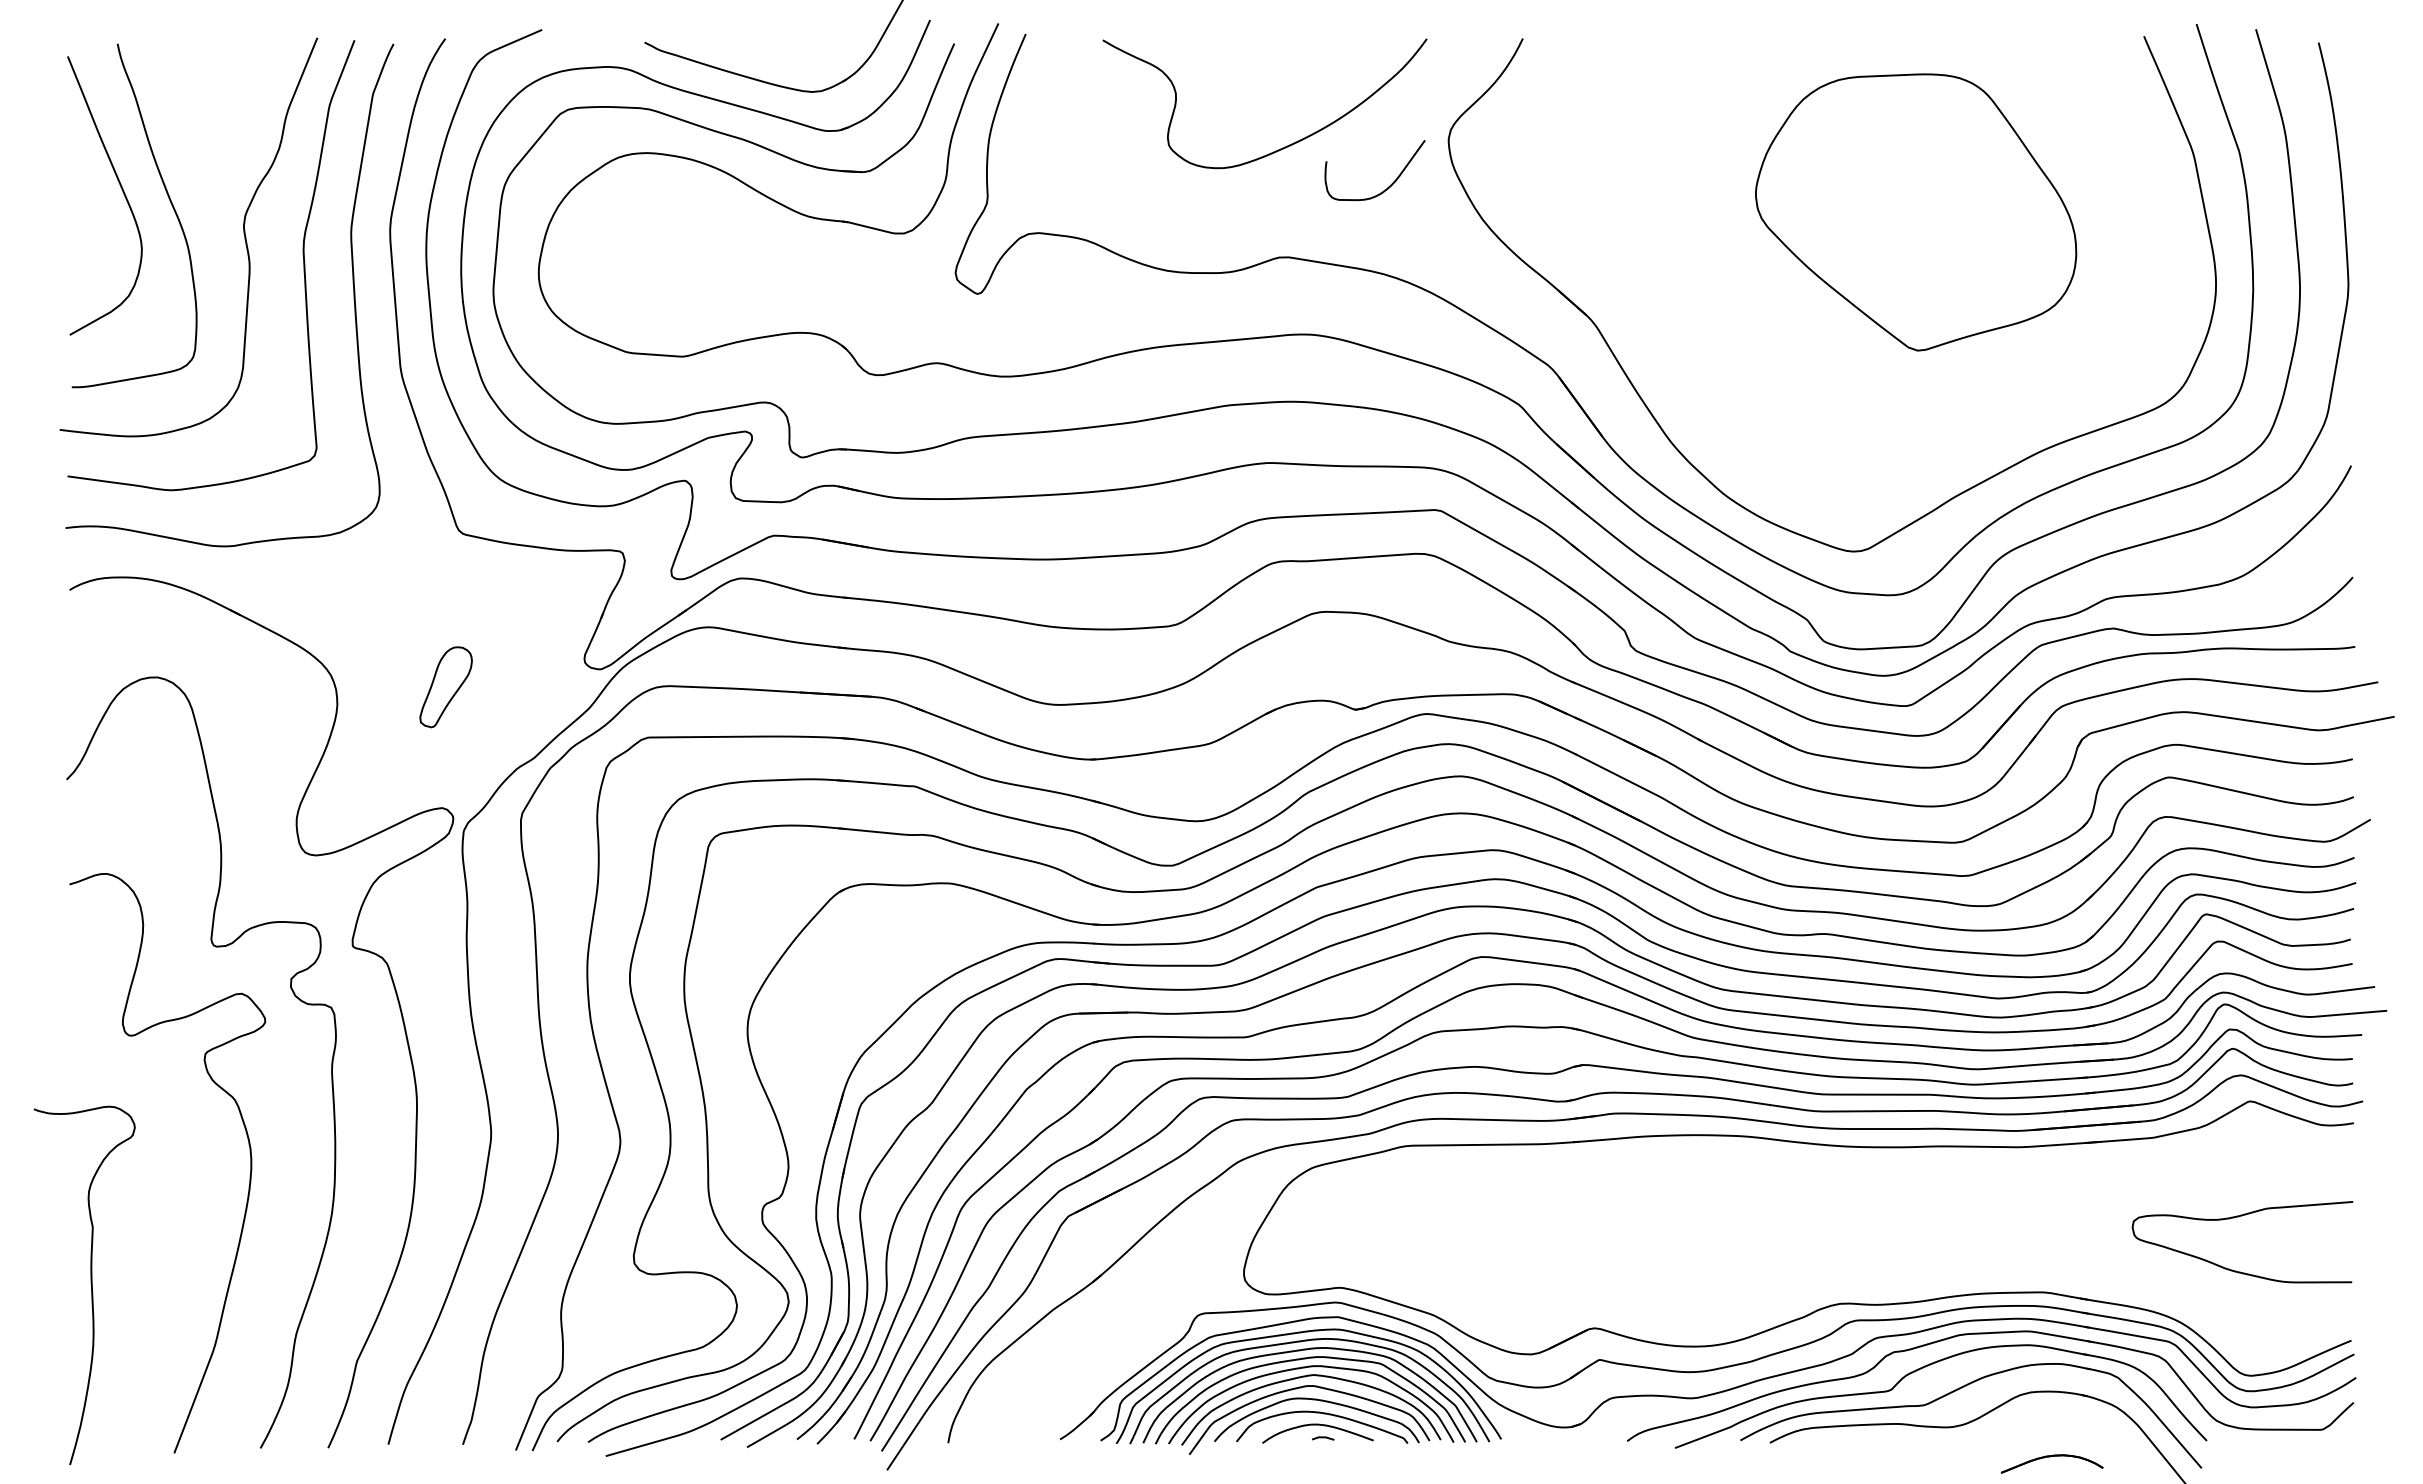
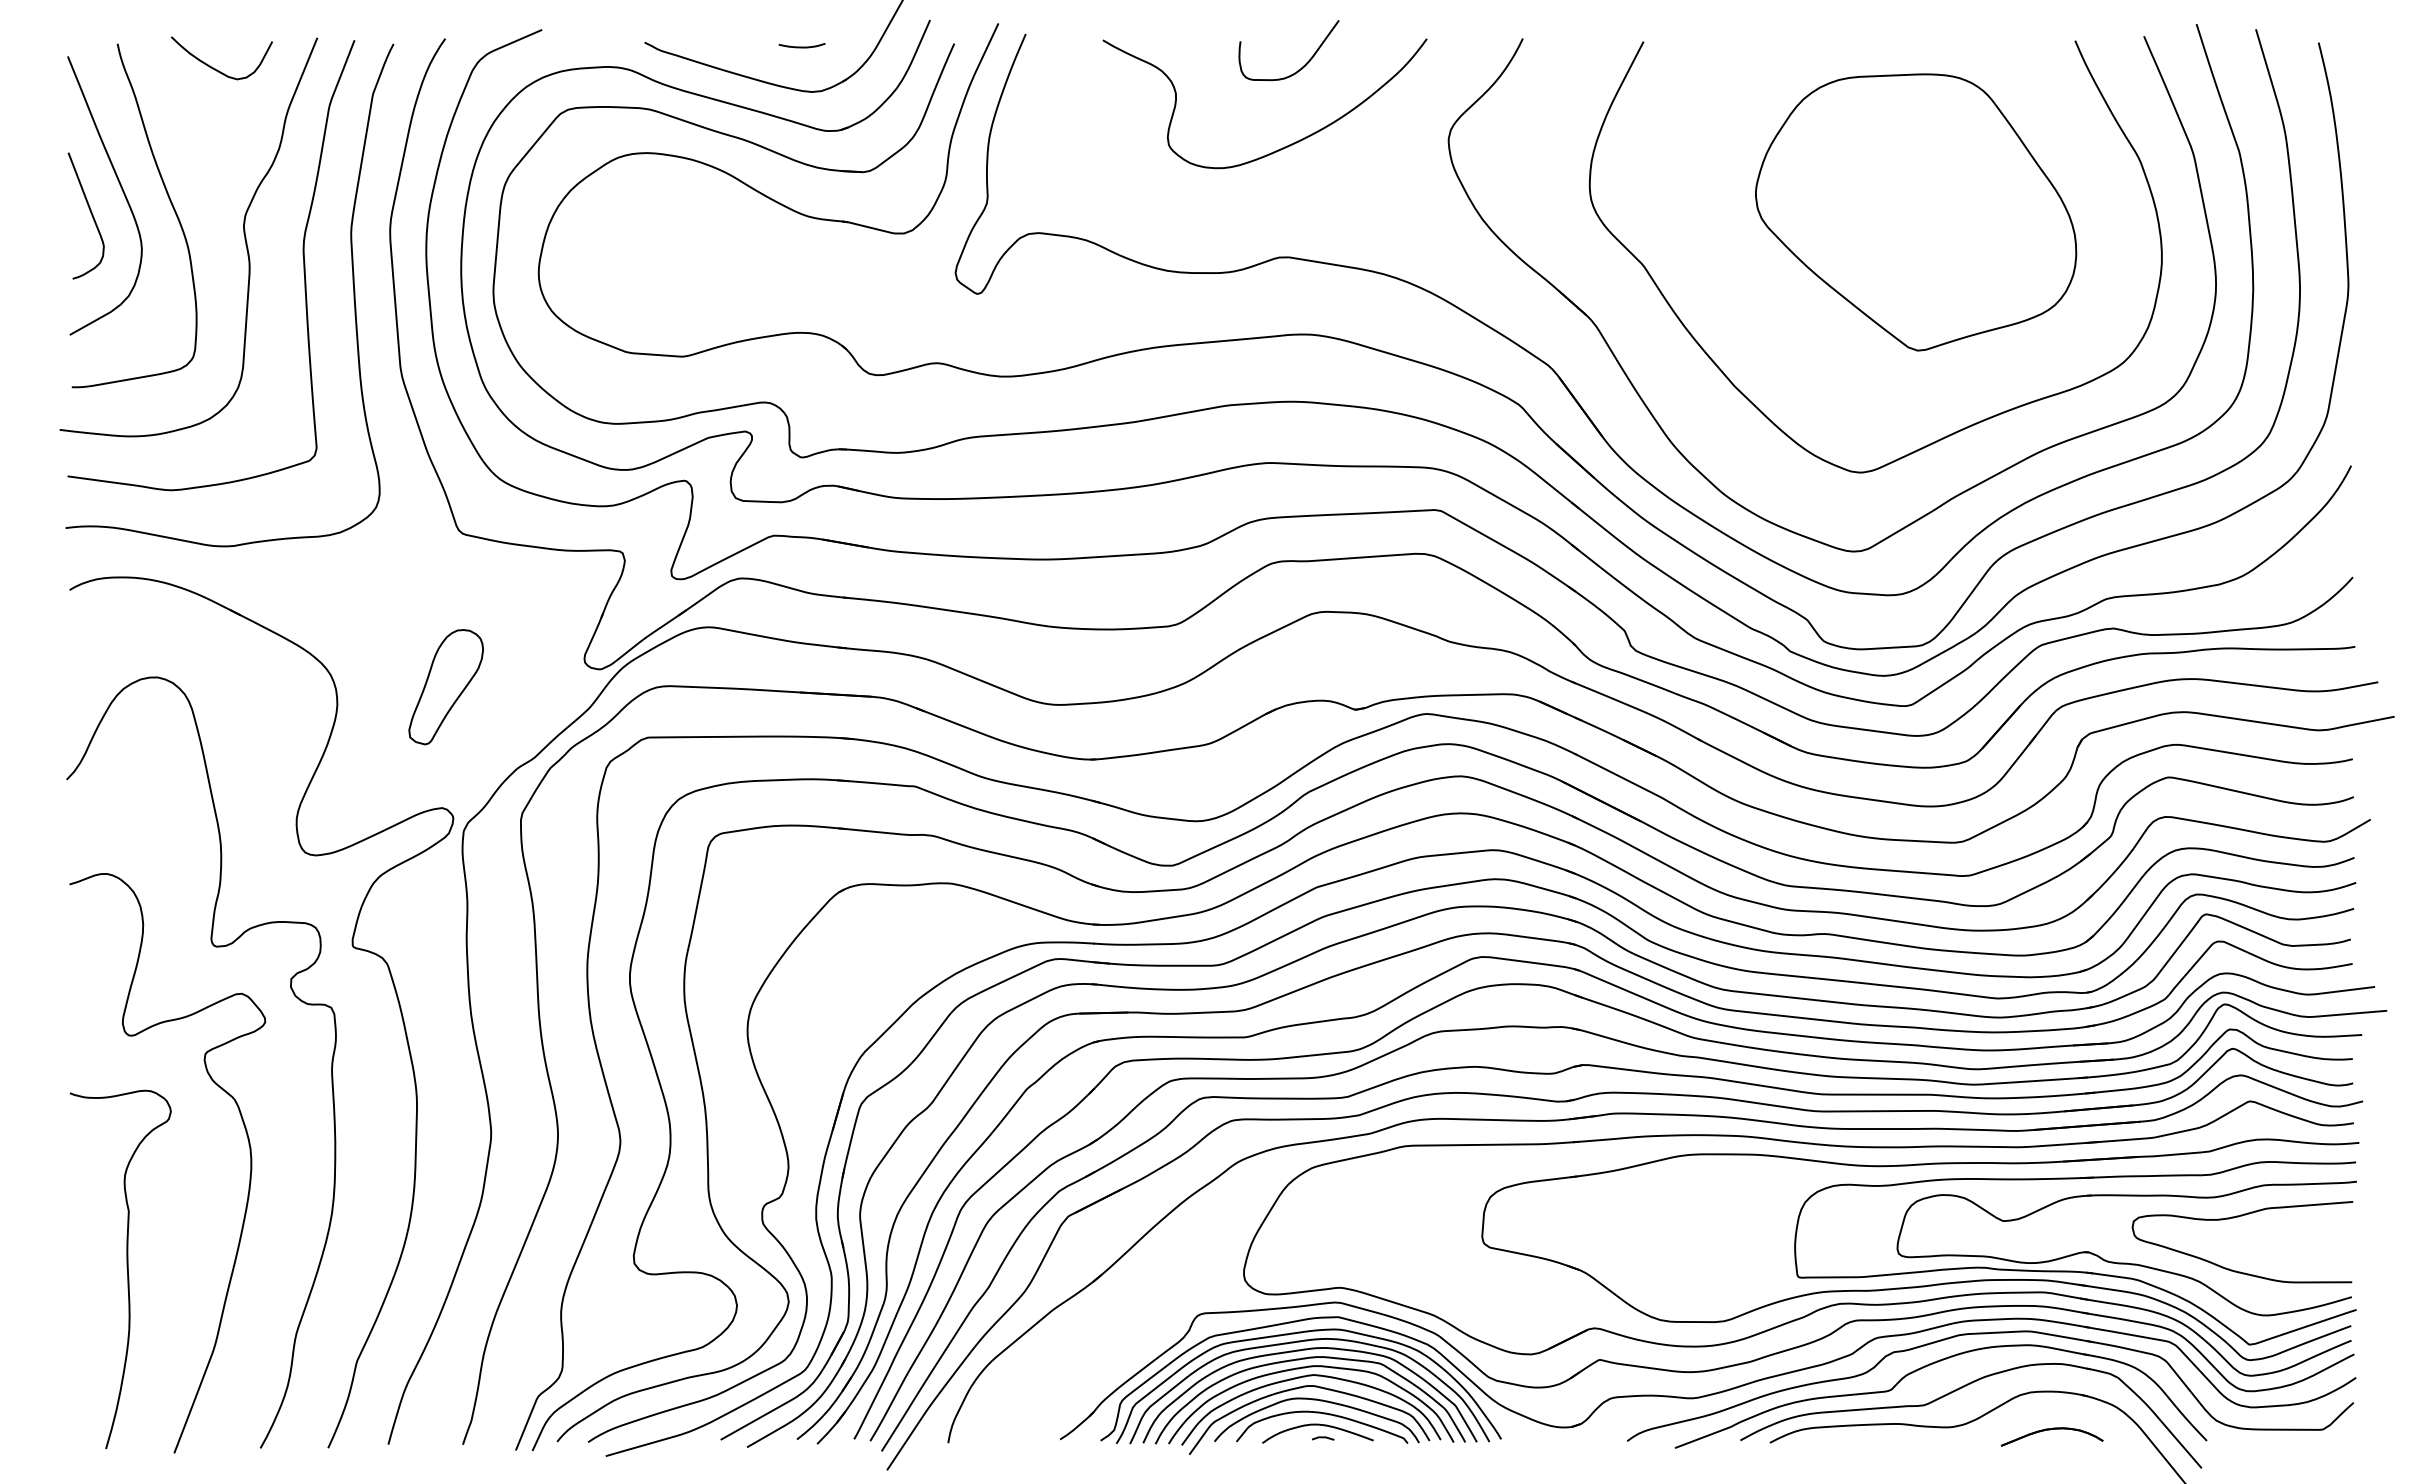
curve at (801, 46): none -> present
curve at (215, 68): none -> present
curve at (1389, 185) position: (1389, 185) -> (1303, 65)
curve at (90, 213): none -> present
curve at (1740, 390): none -> present
part at (445, 687) size: 54x83 px -> 76x117 px
part at (1921, 1255): none -> present
curve at (90, 1284) position: (90, 1284) -> (126, 1268)
part at (2050, 1457) position: (2050, 1457) -> (2050, 1430)
